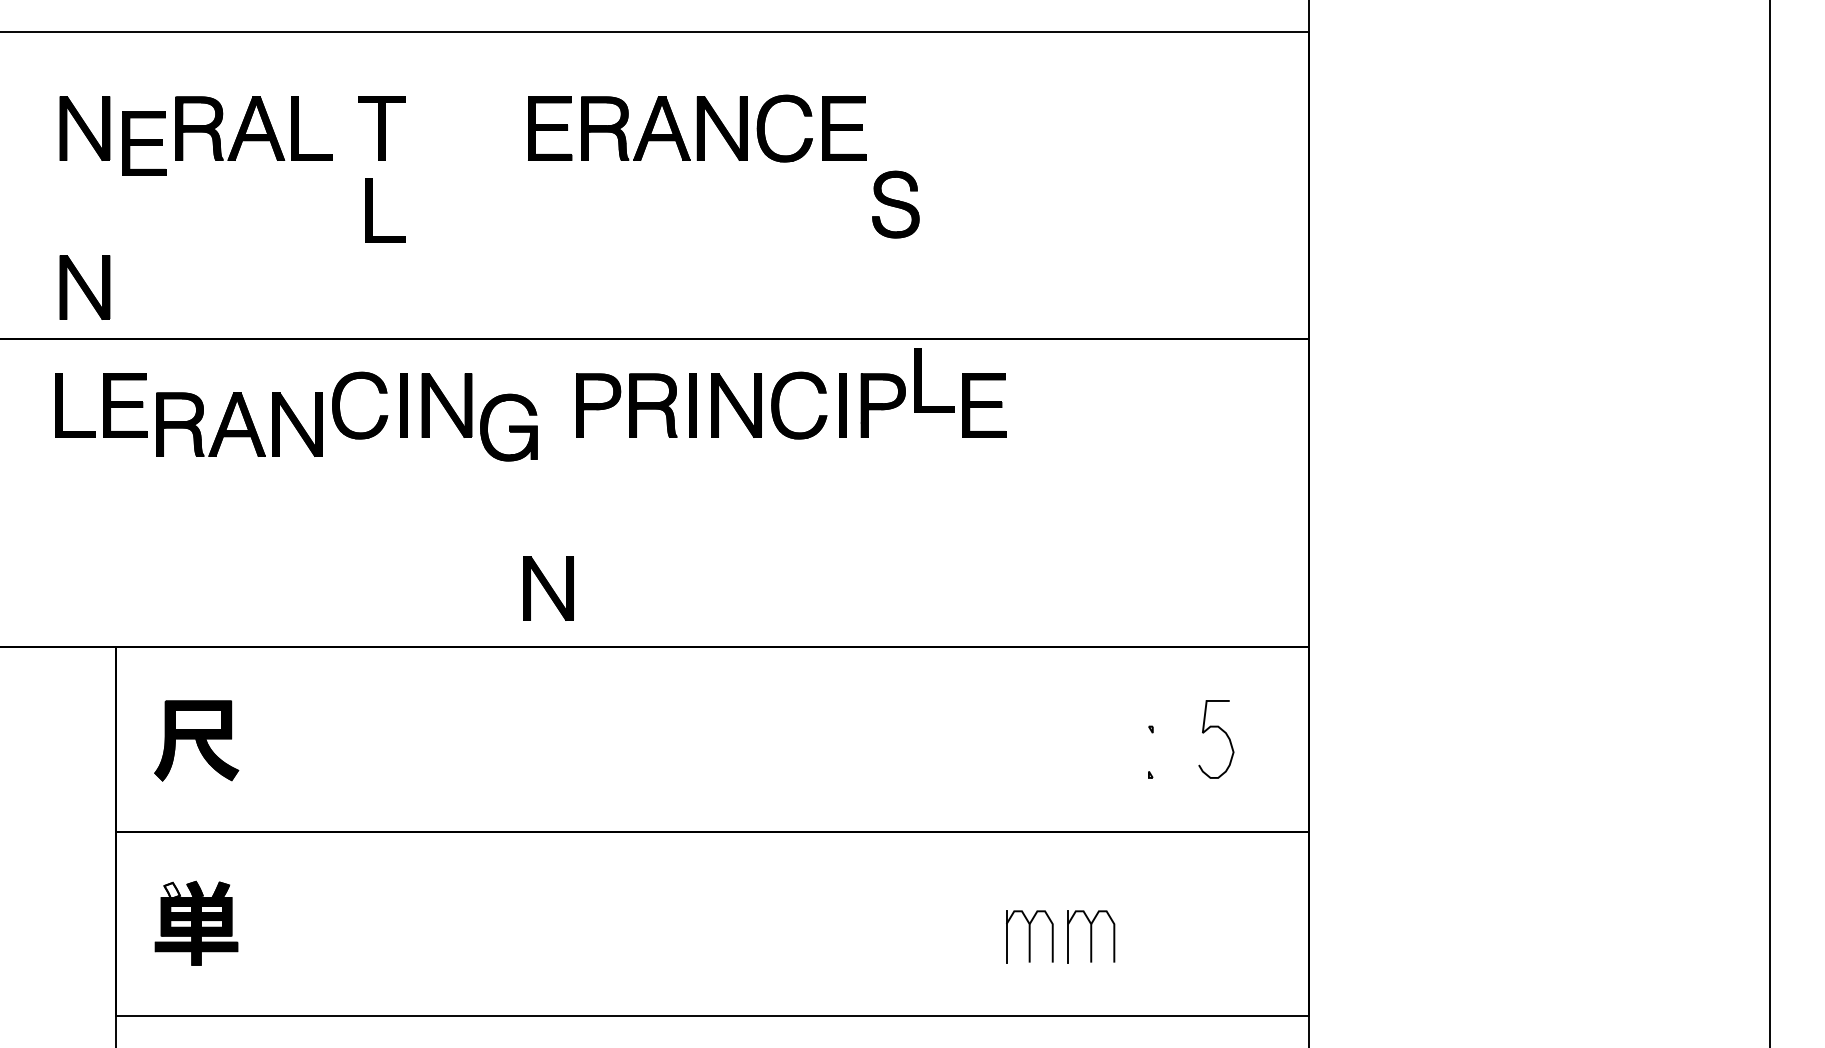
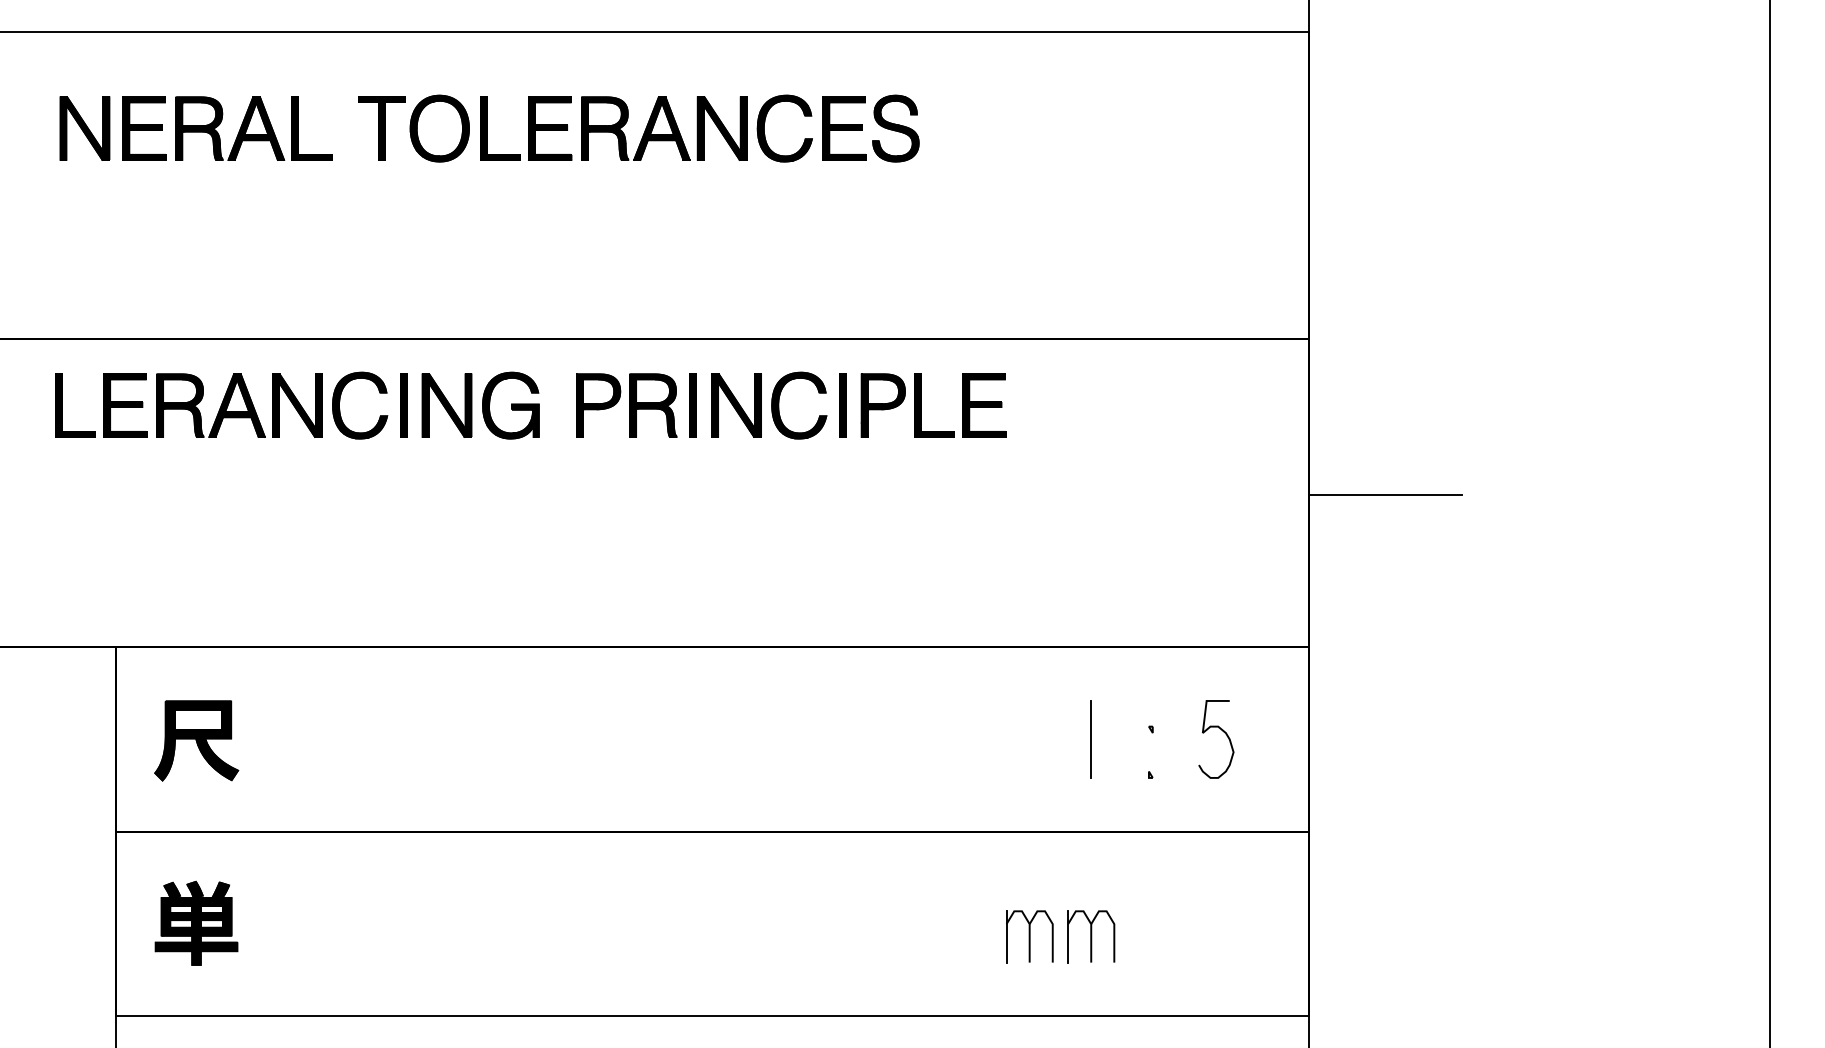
part at (439, 128): none -> present
part at (144, 143) position: (144, 143) -> (144, 128)
part at (895, 204) position: (895, 204) -> (895, 128)
part at (372, 210) position: (372, 210) -> (487, 128)
part at (84, 287): present -> none
part at (921, 380) position: (921, 380) -> (921, 405)
part at (239, 424) position: (239, 424) -> (239, 405)
part at (508, 427) position: (508, 427) -> (510, 405)
line at (1385, 494): none -> present
part at (548, 588): present -> none
line at (1091, 738): none -> present
fill at (171, 890): none -> present
